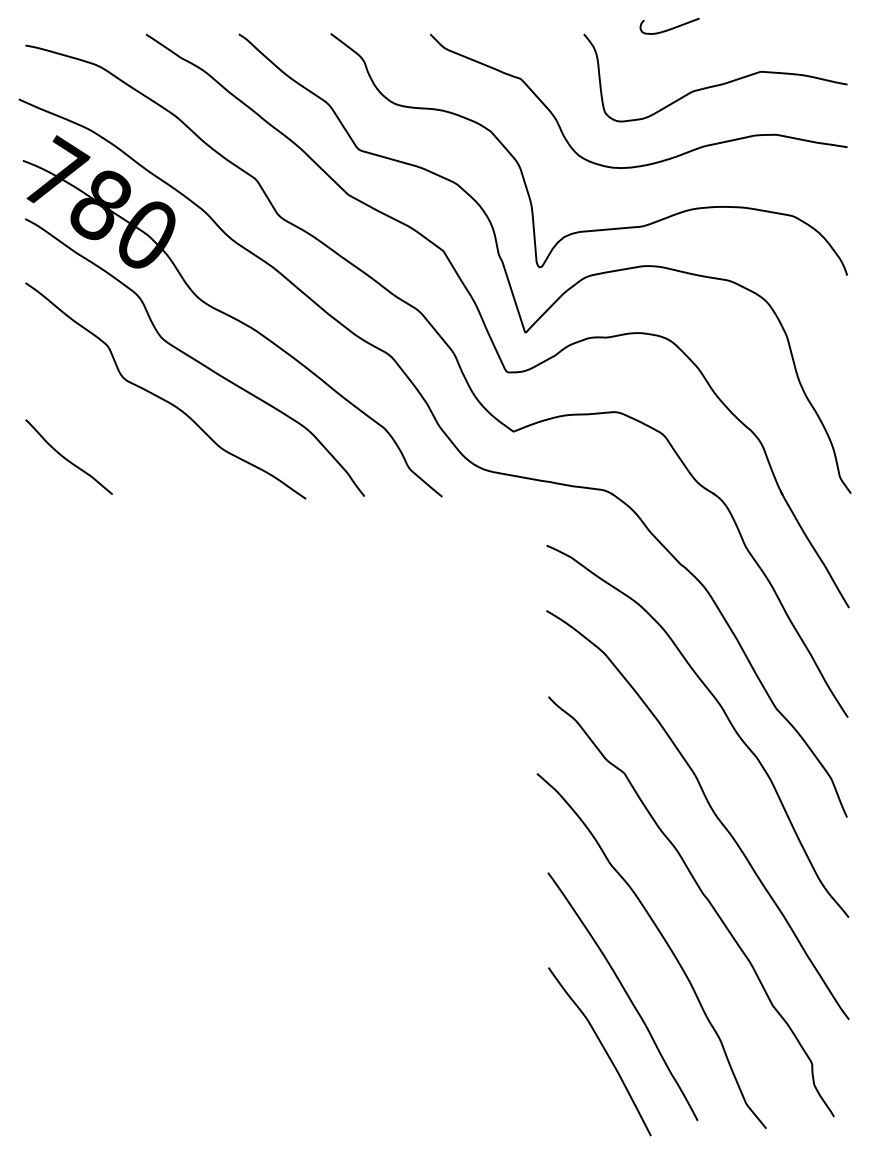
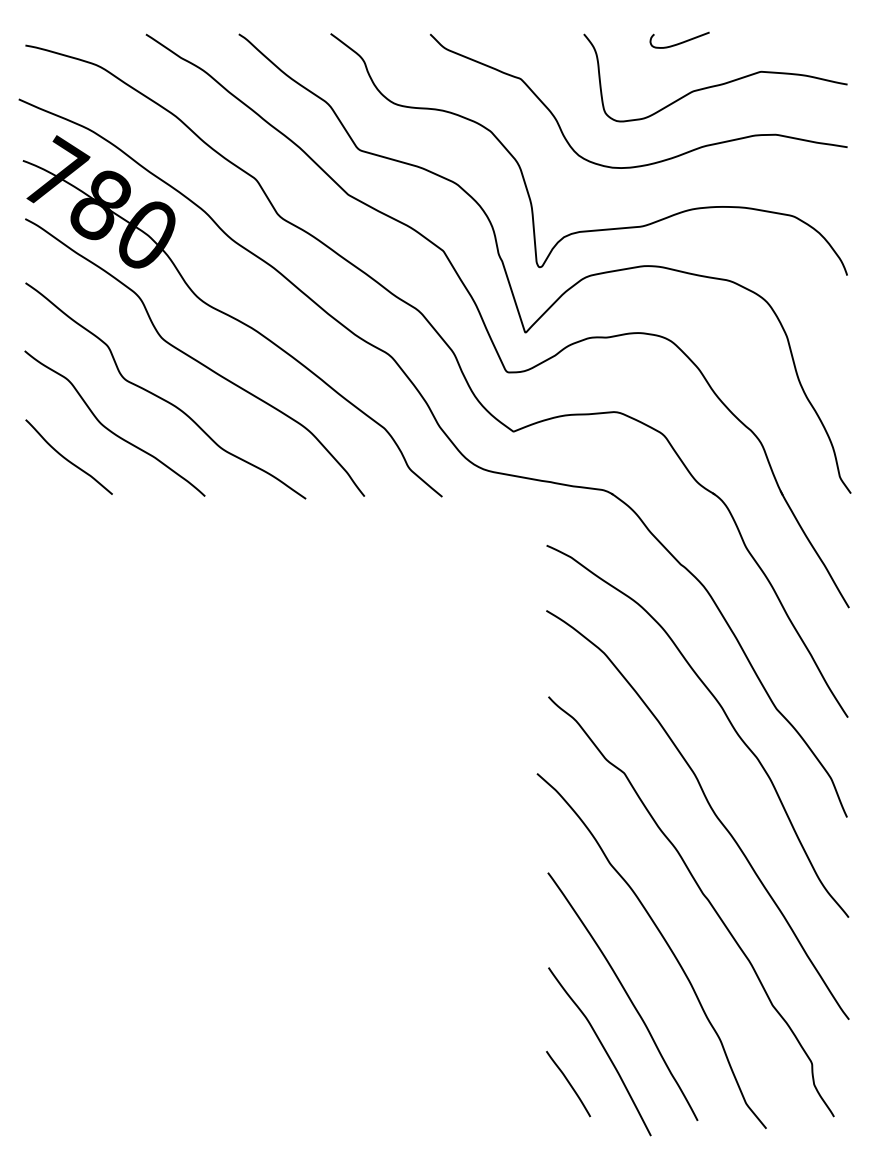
curve at (669, 28) position: (669, 28) -> (679, 42)
curve at (111, 430): none -> present
curve at (568, 1083): none -> present
